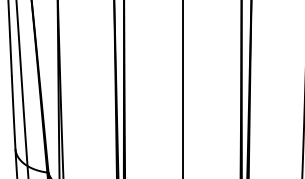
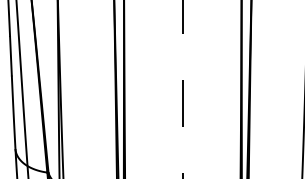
line at (182, 89): solid -> dashed
